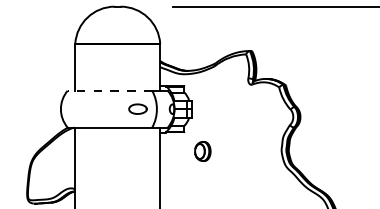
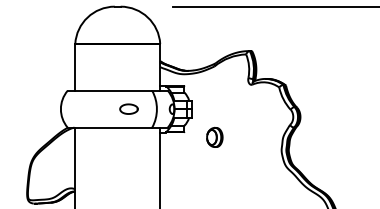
line at (109, 90): dashed -> solid
part at (137, 108) position: (137, 108) -> (128, 108)
part at (202, 150) position: (202, 150) -> (214, 136)
